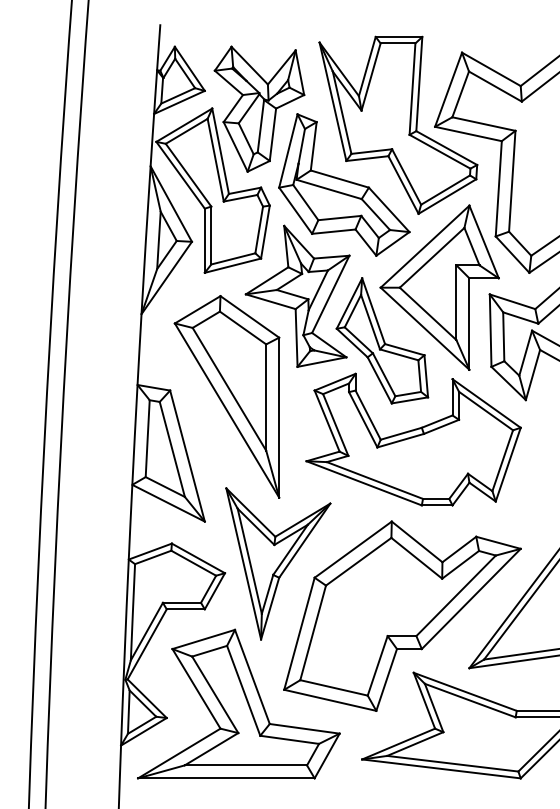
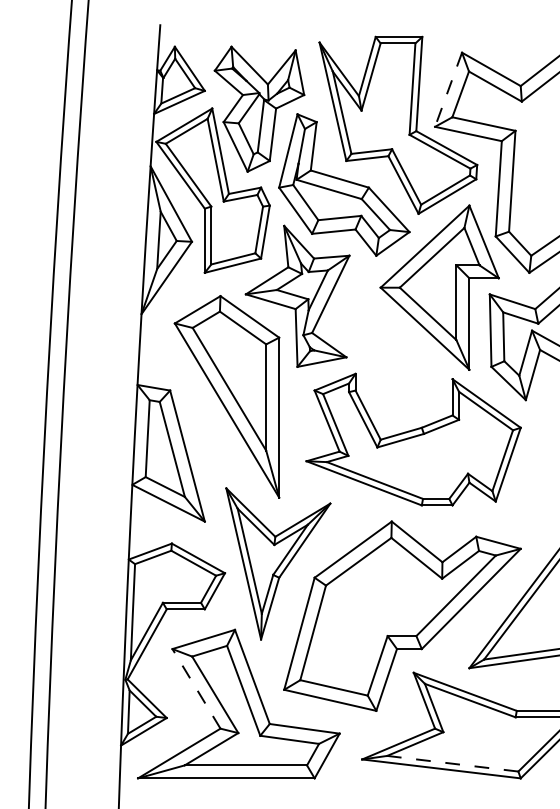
line at (448, 90): solid -> dashed
part at (382, 340): present -> none
line at (196, 688): solid -> dashed
line at (452, 763): solid -> dashed
